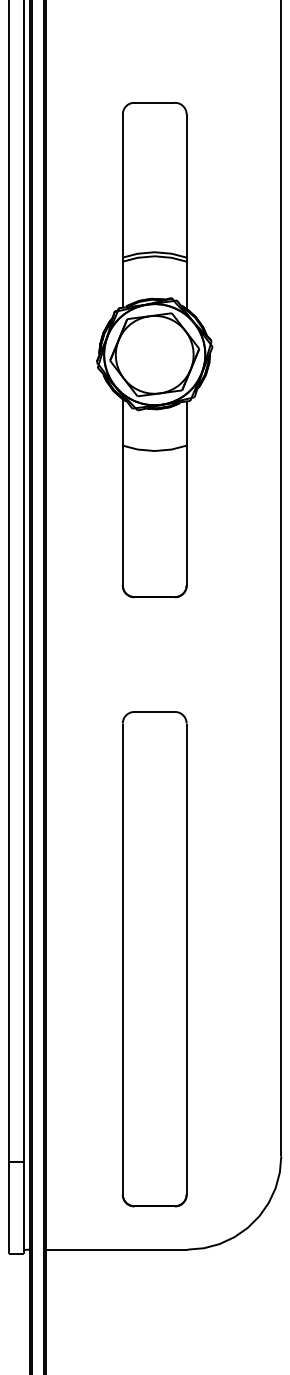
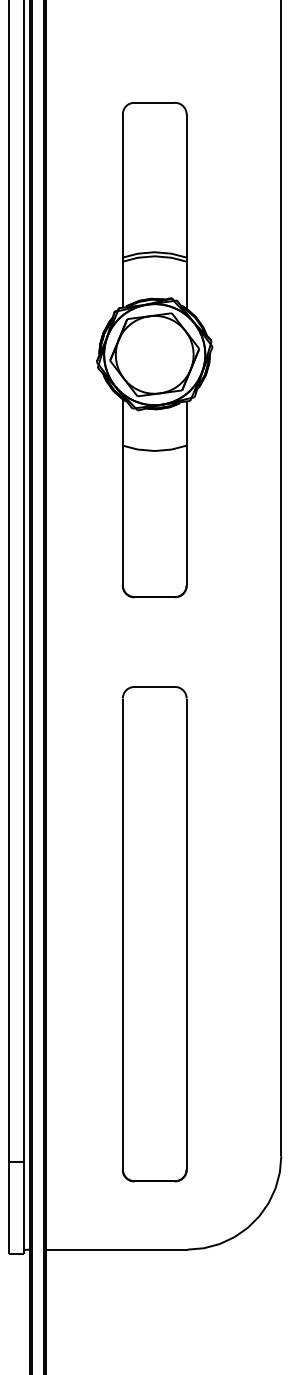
part at (154, 959) position: (154, 959) -> (154, 934)
